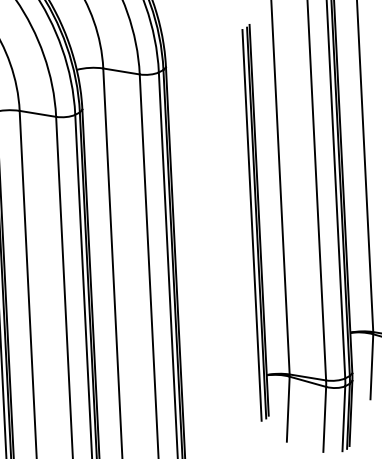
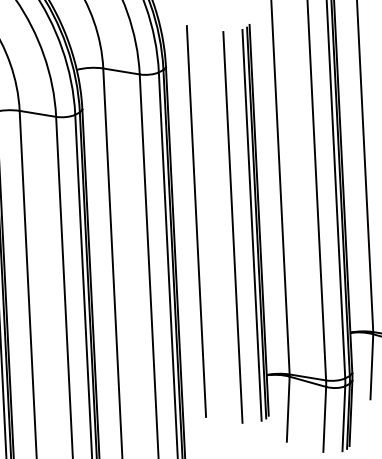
line at (196, 221): none -> present
line at (232, 227): none -> present
